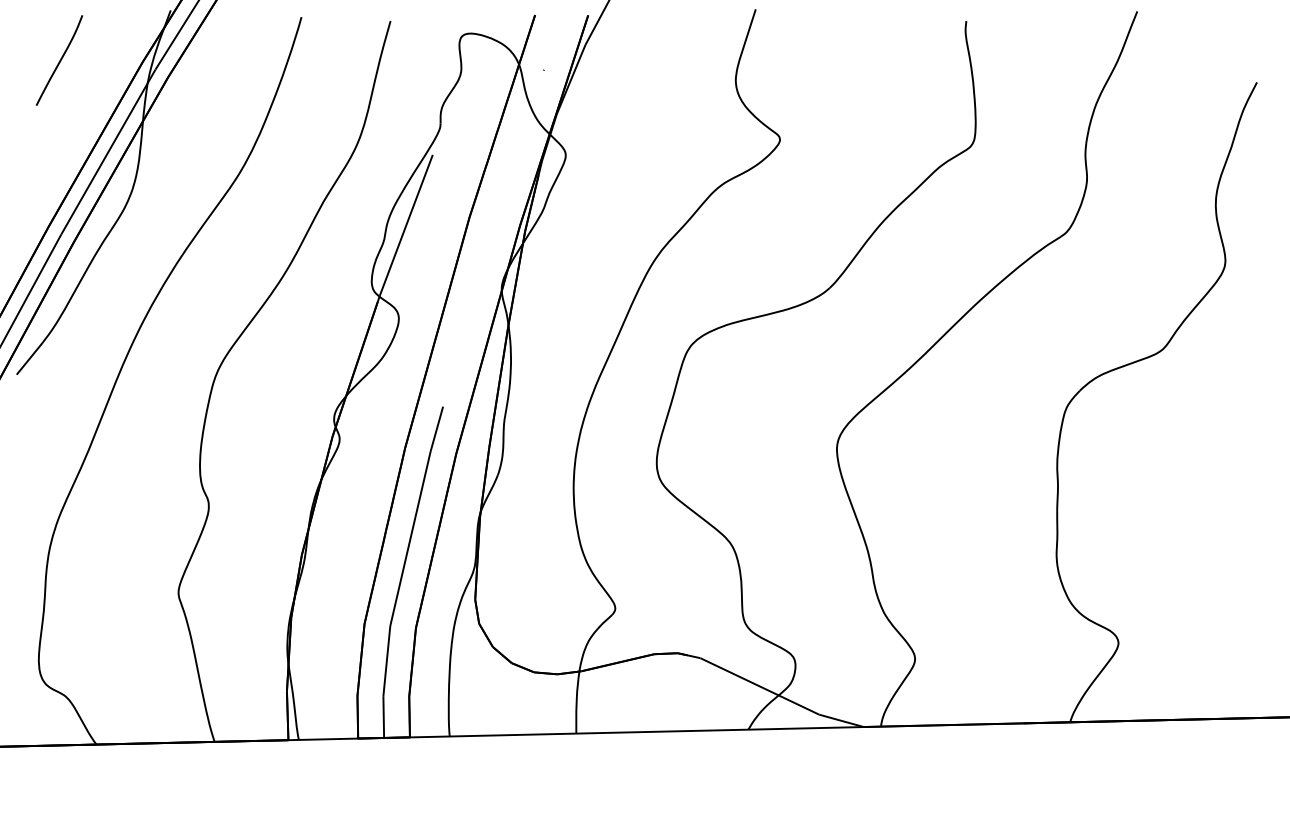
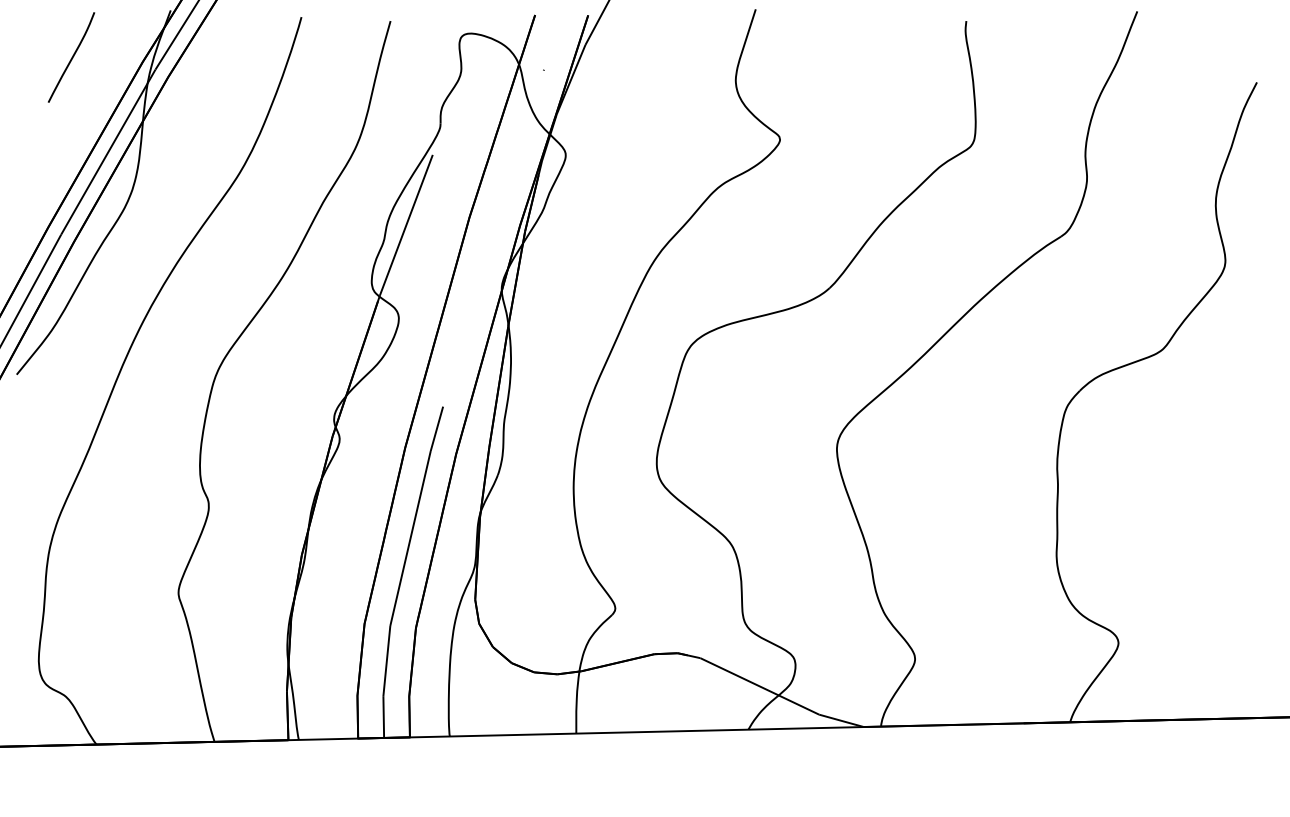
curve at (59, 60) position: (59, 60) -> (71, 57)
